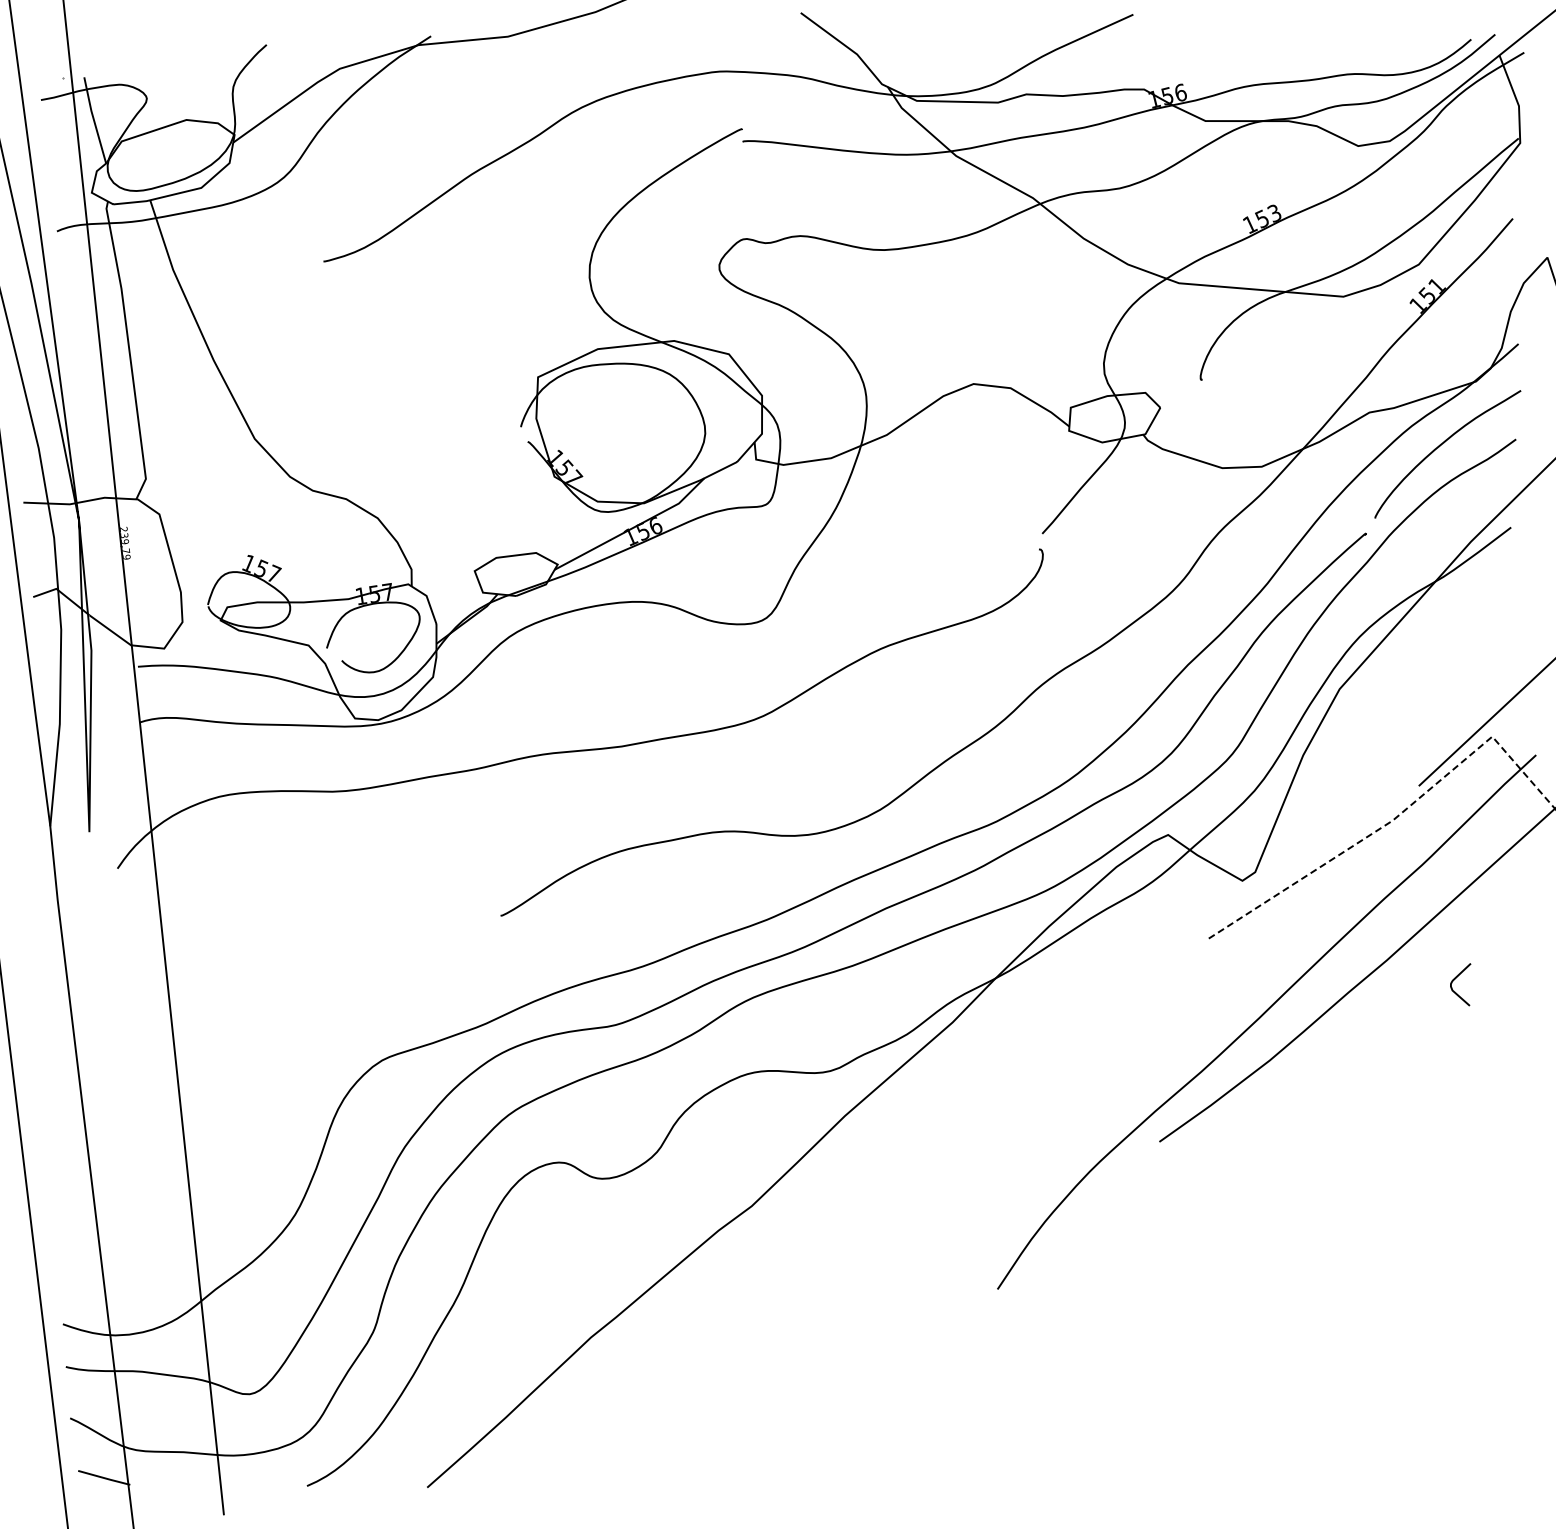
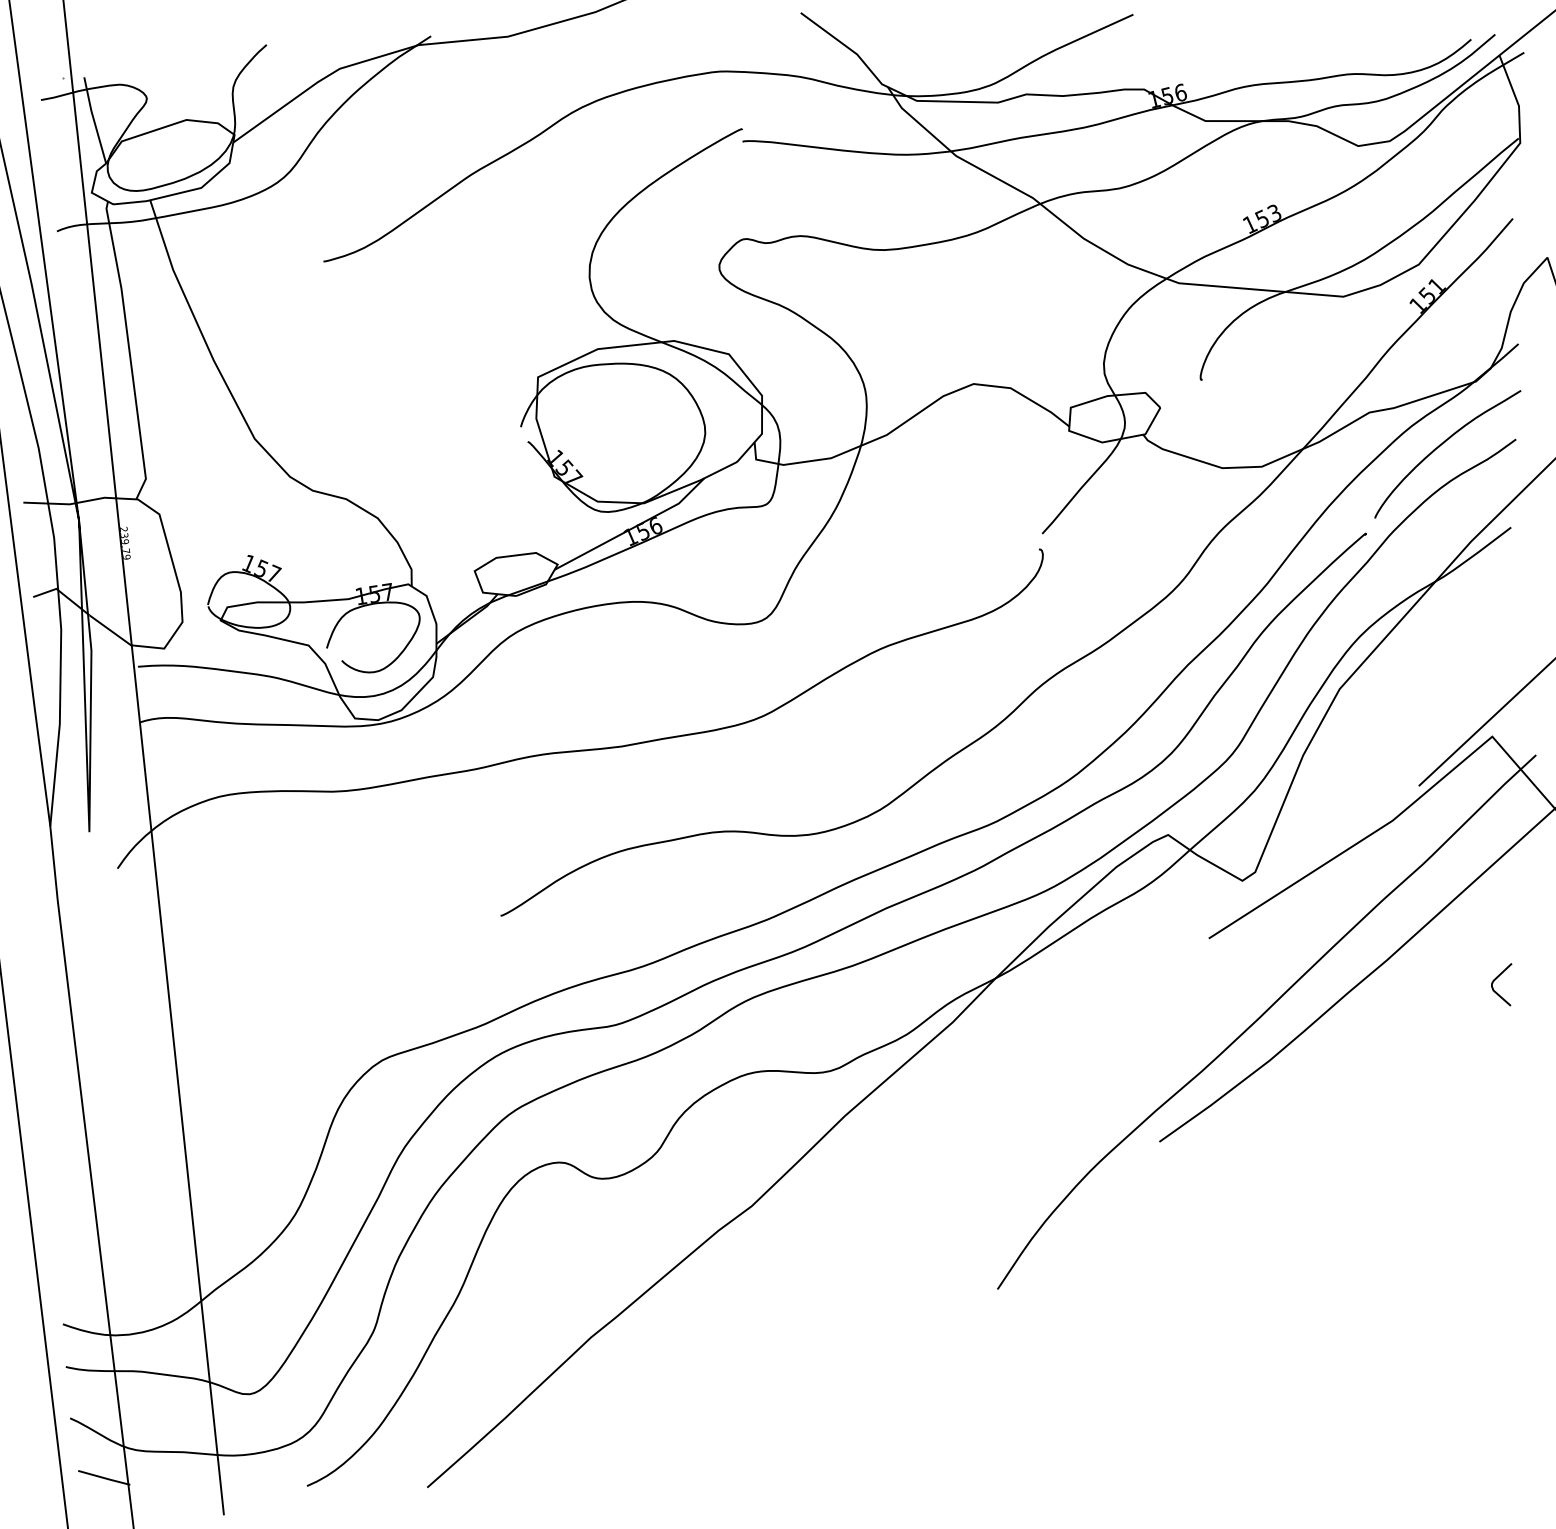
line at (1396, 817): dashed -> solid
curve at (1455, 979) position: (1455, 979) -> (1496, 979)
